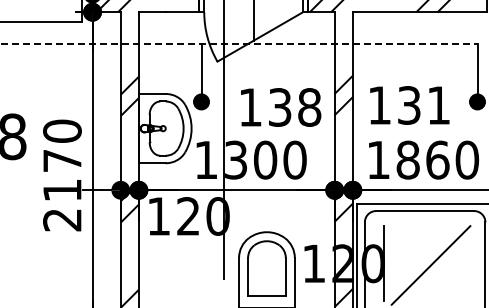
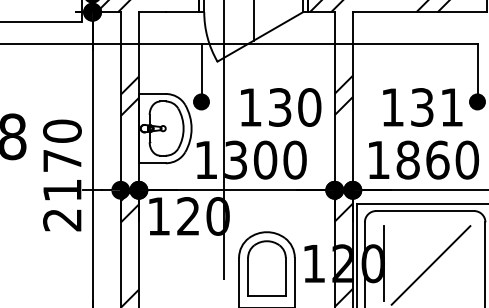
line at (238, 44): dashed -> solid
text at (409, 105) position: (409, 105) -> (422, 107)
text at (309, 107): 138 -> 130
